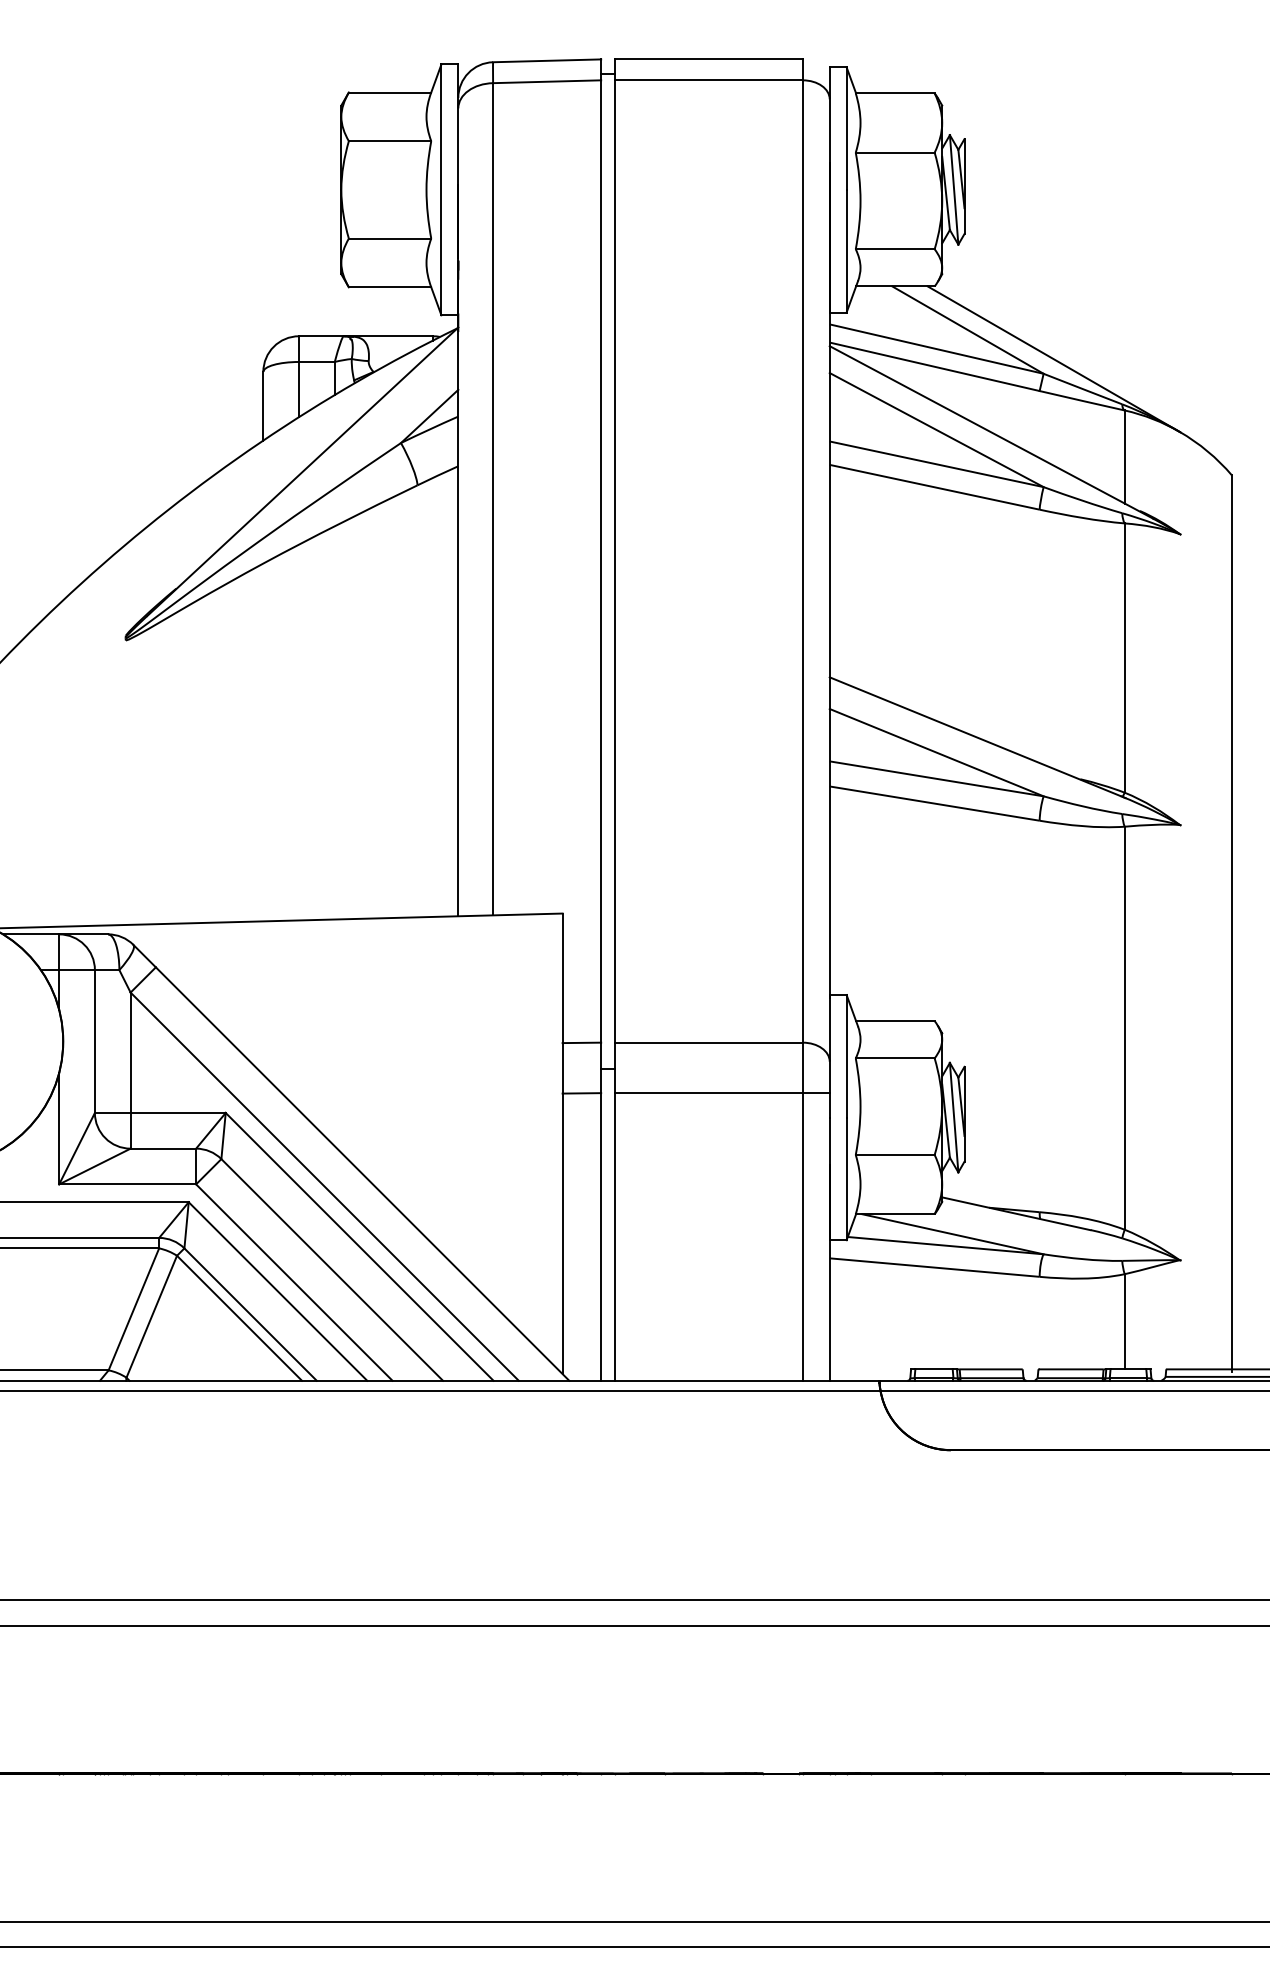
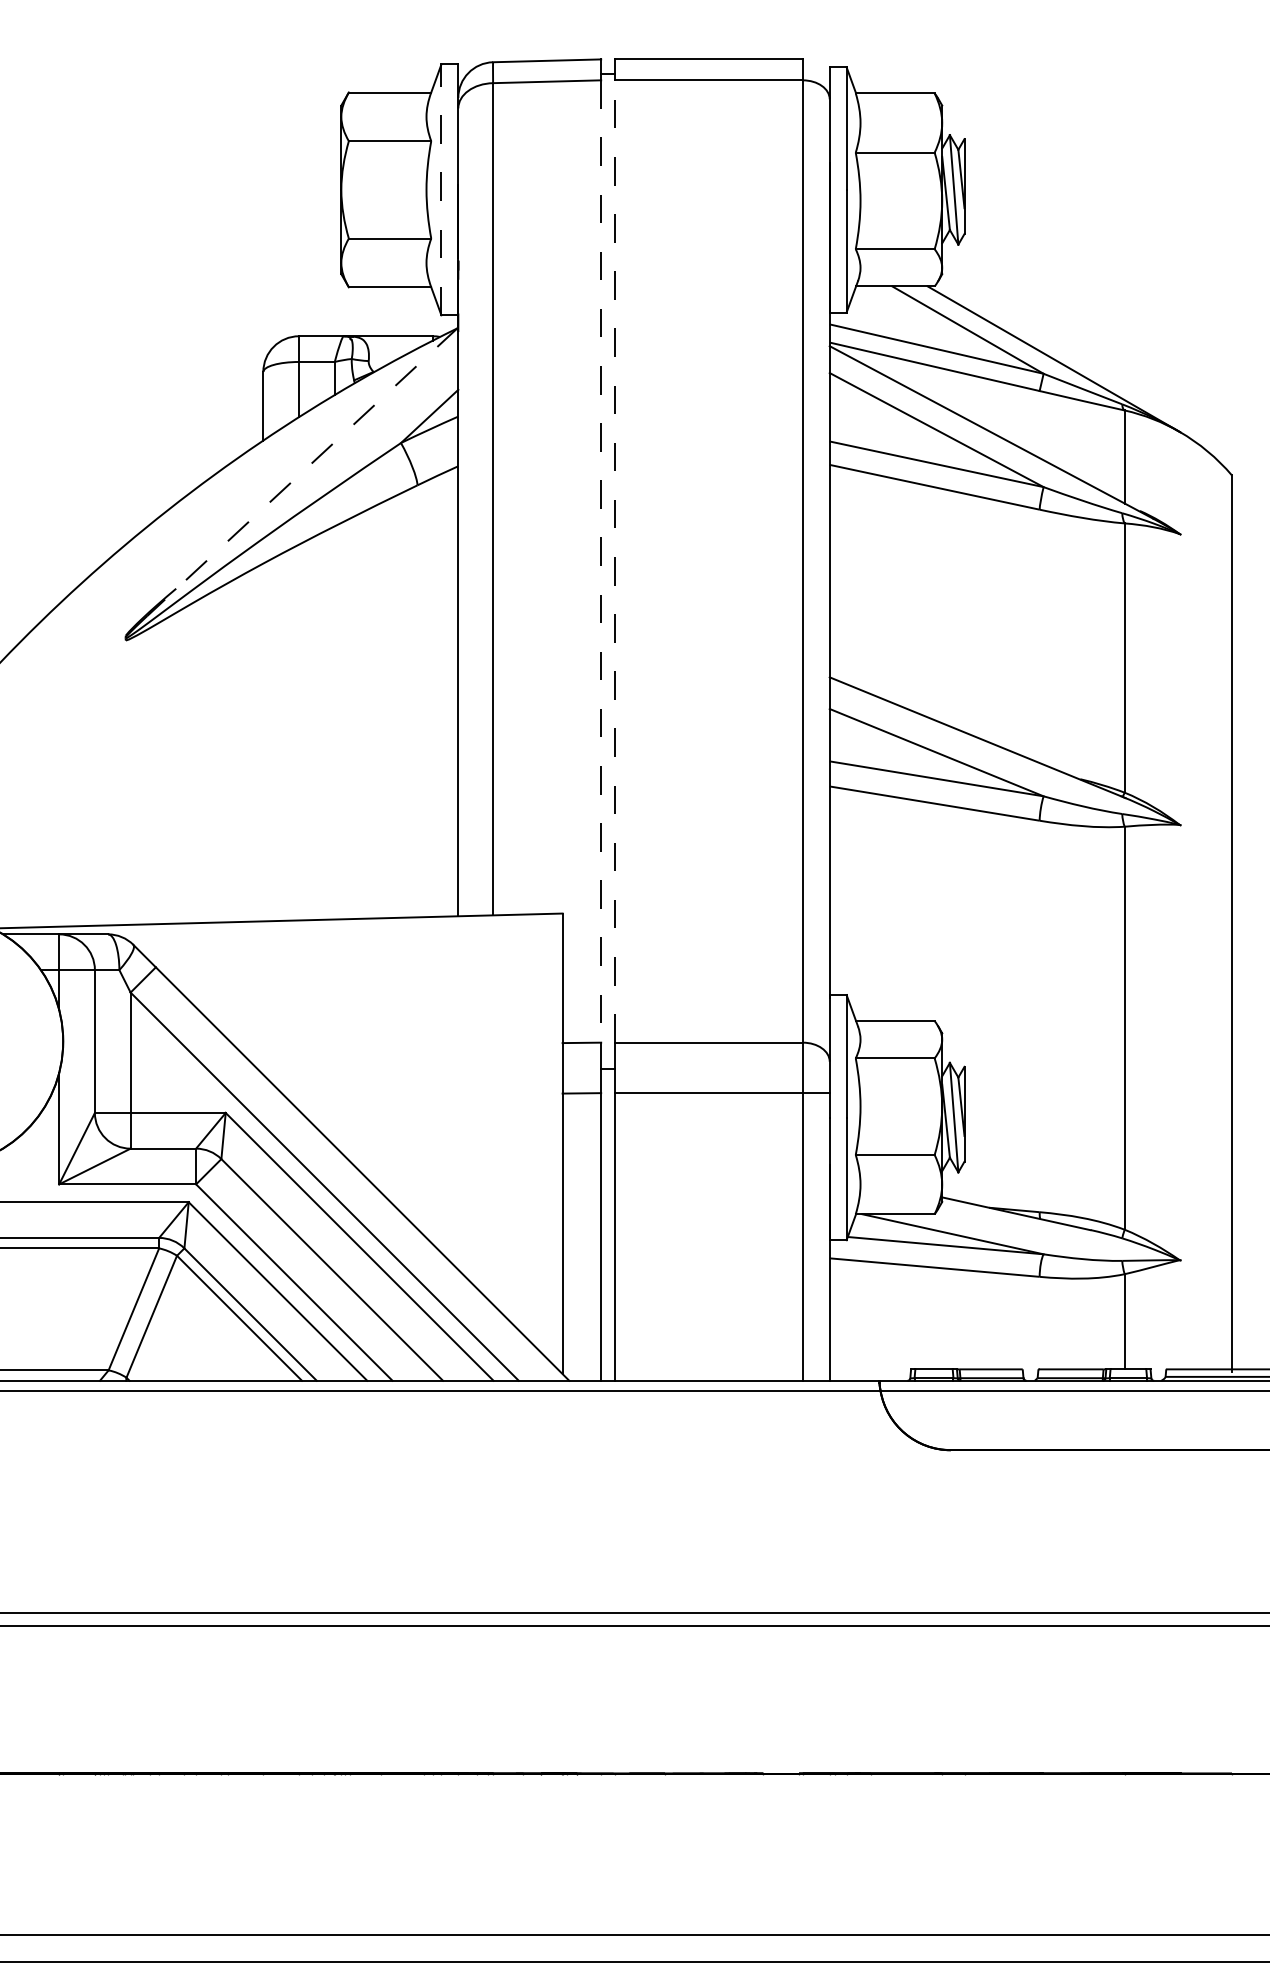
line at (441, 189): solid -> dashed
line at (302, 472): solid -> dashed
line at (615, 561): solid -> dashed
line at (601, 562): solid -> dashed
line at (634, 1600) position: (634, 1600) -> (634, 1613)
line at (634, 1921) position: (634, 1921) -> (634, 1934)
line at (634, 1946) position: (634, 1946) -> (634, 1961)
